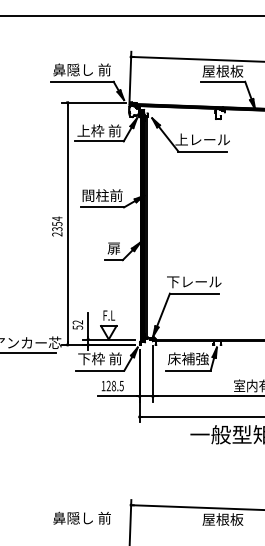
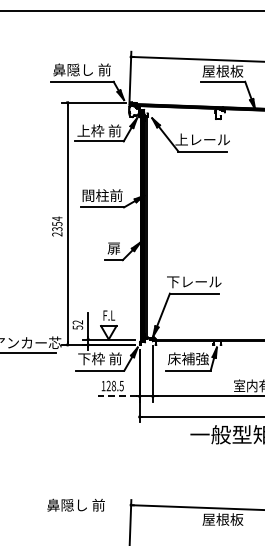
line at (131, 16) position: (131, 16) -> (131, 11)
line at (117, 396): solid -> dashed
text at (81, 517) position: (81, 517) -> (75, 504)
